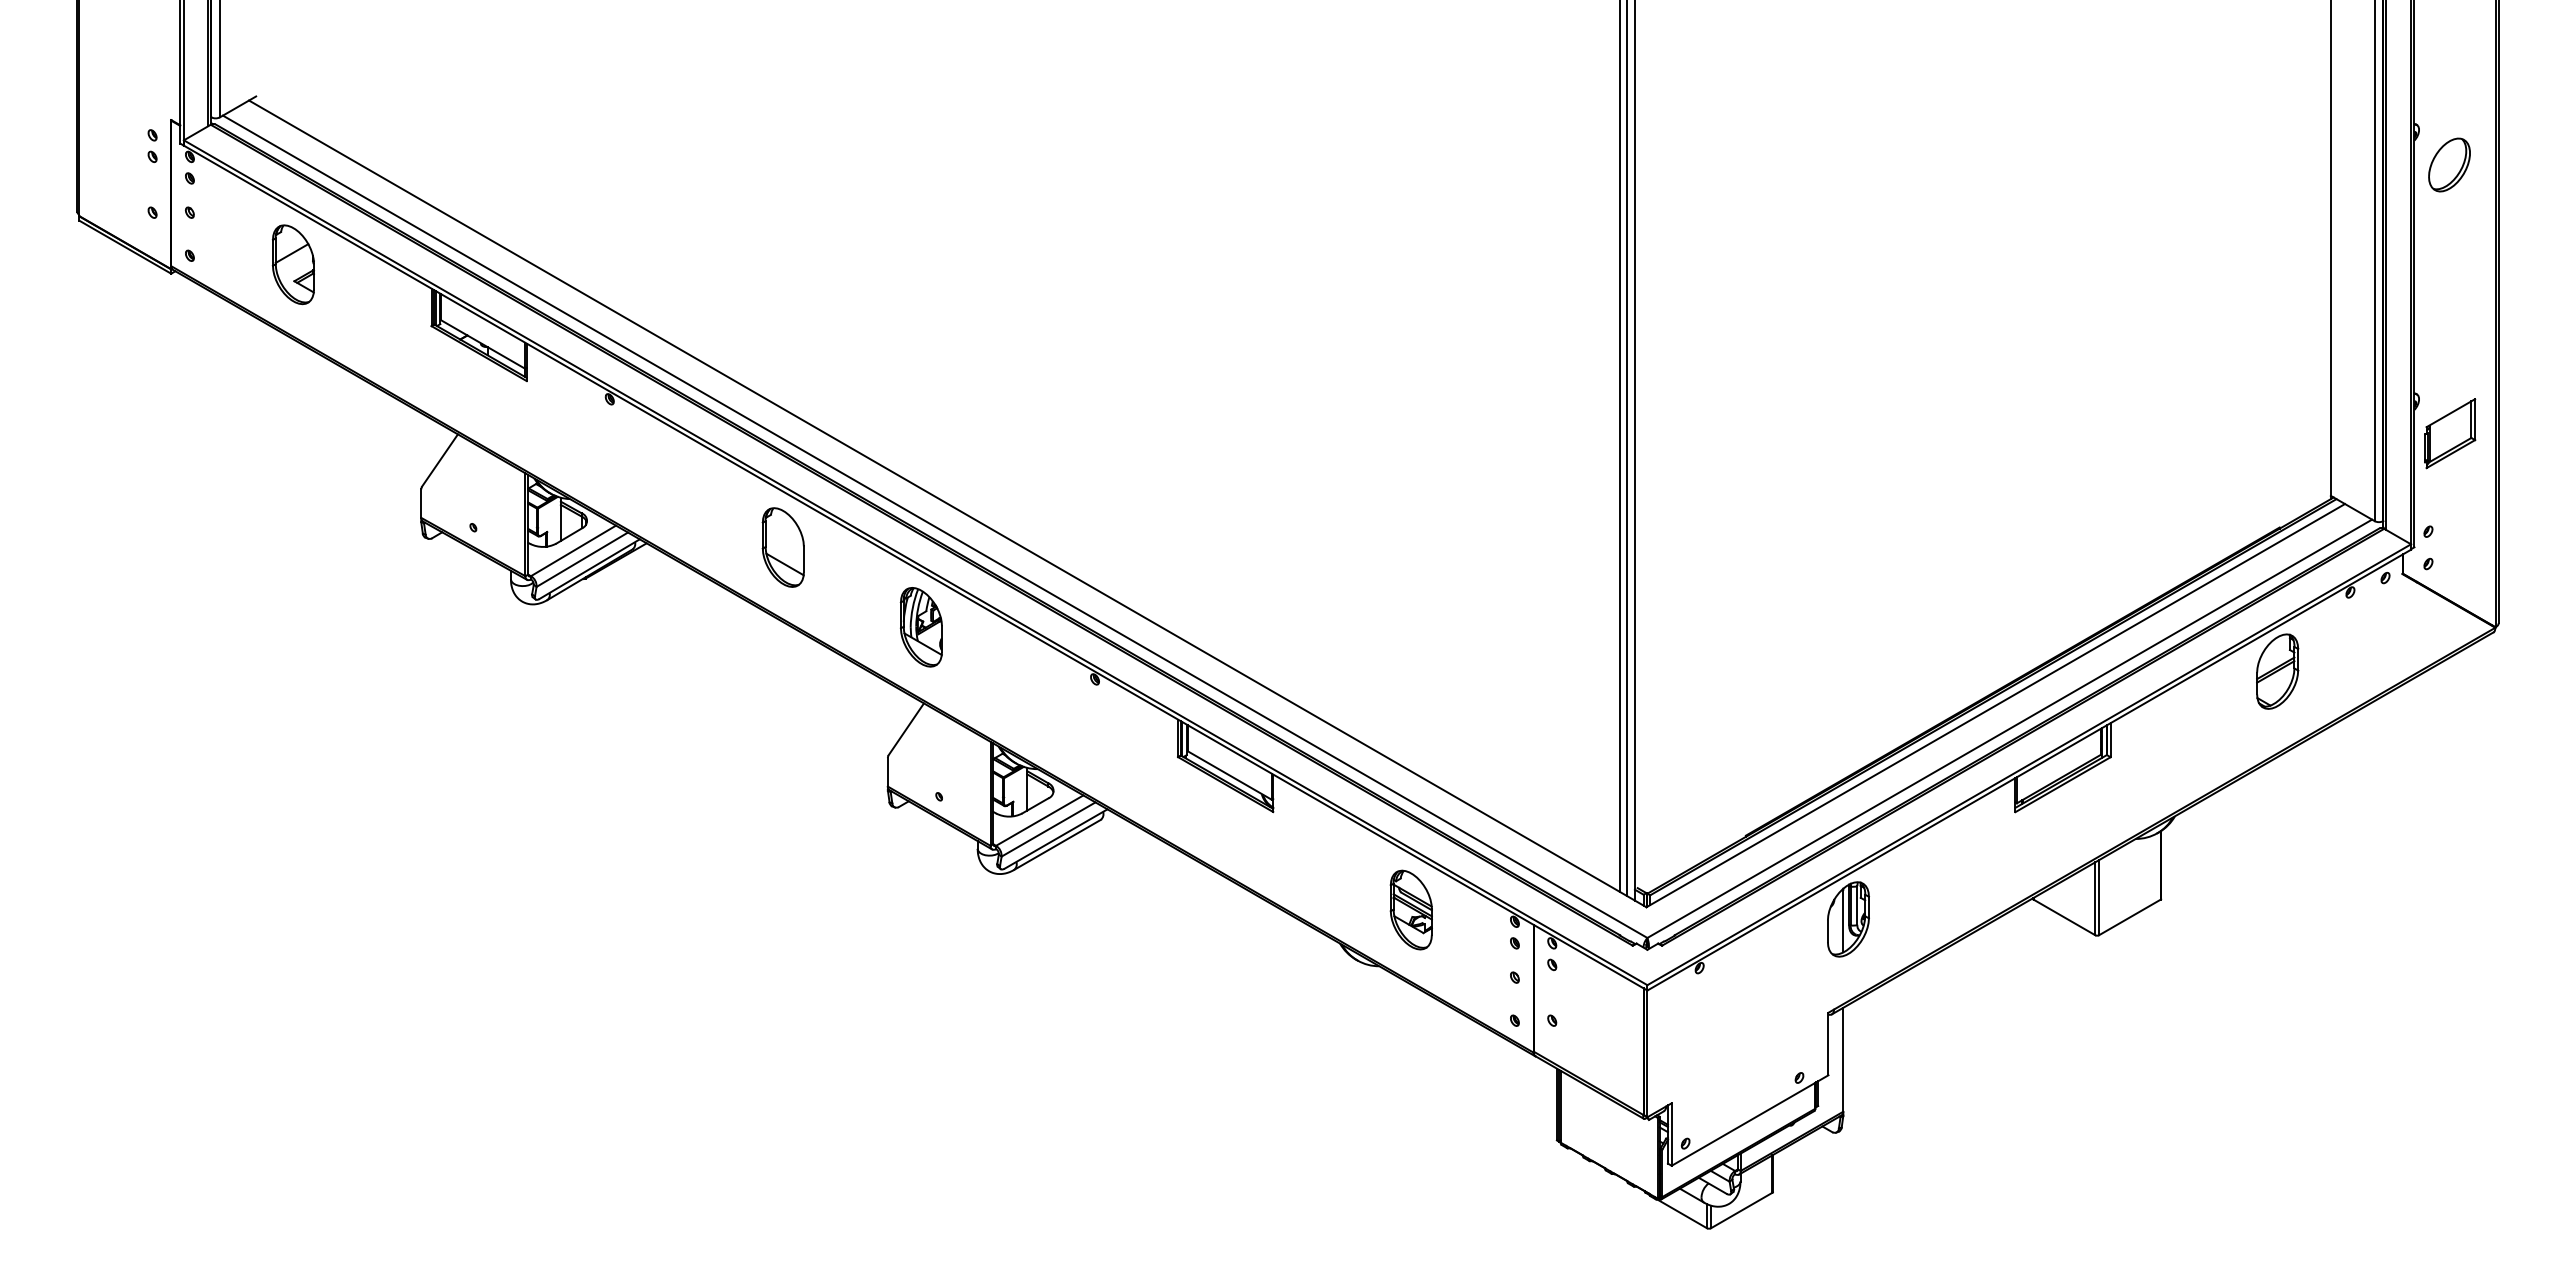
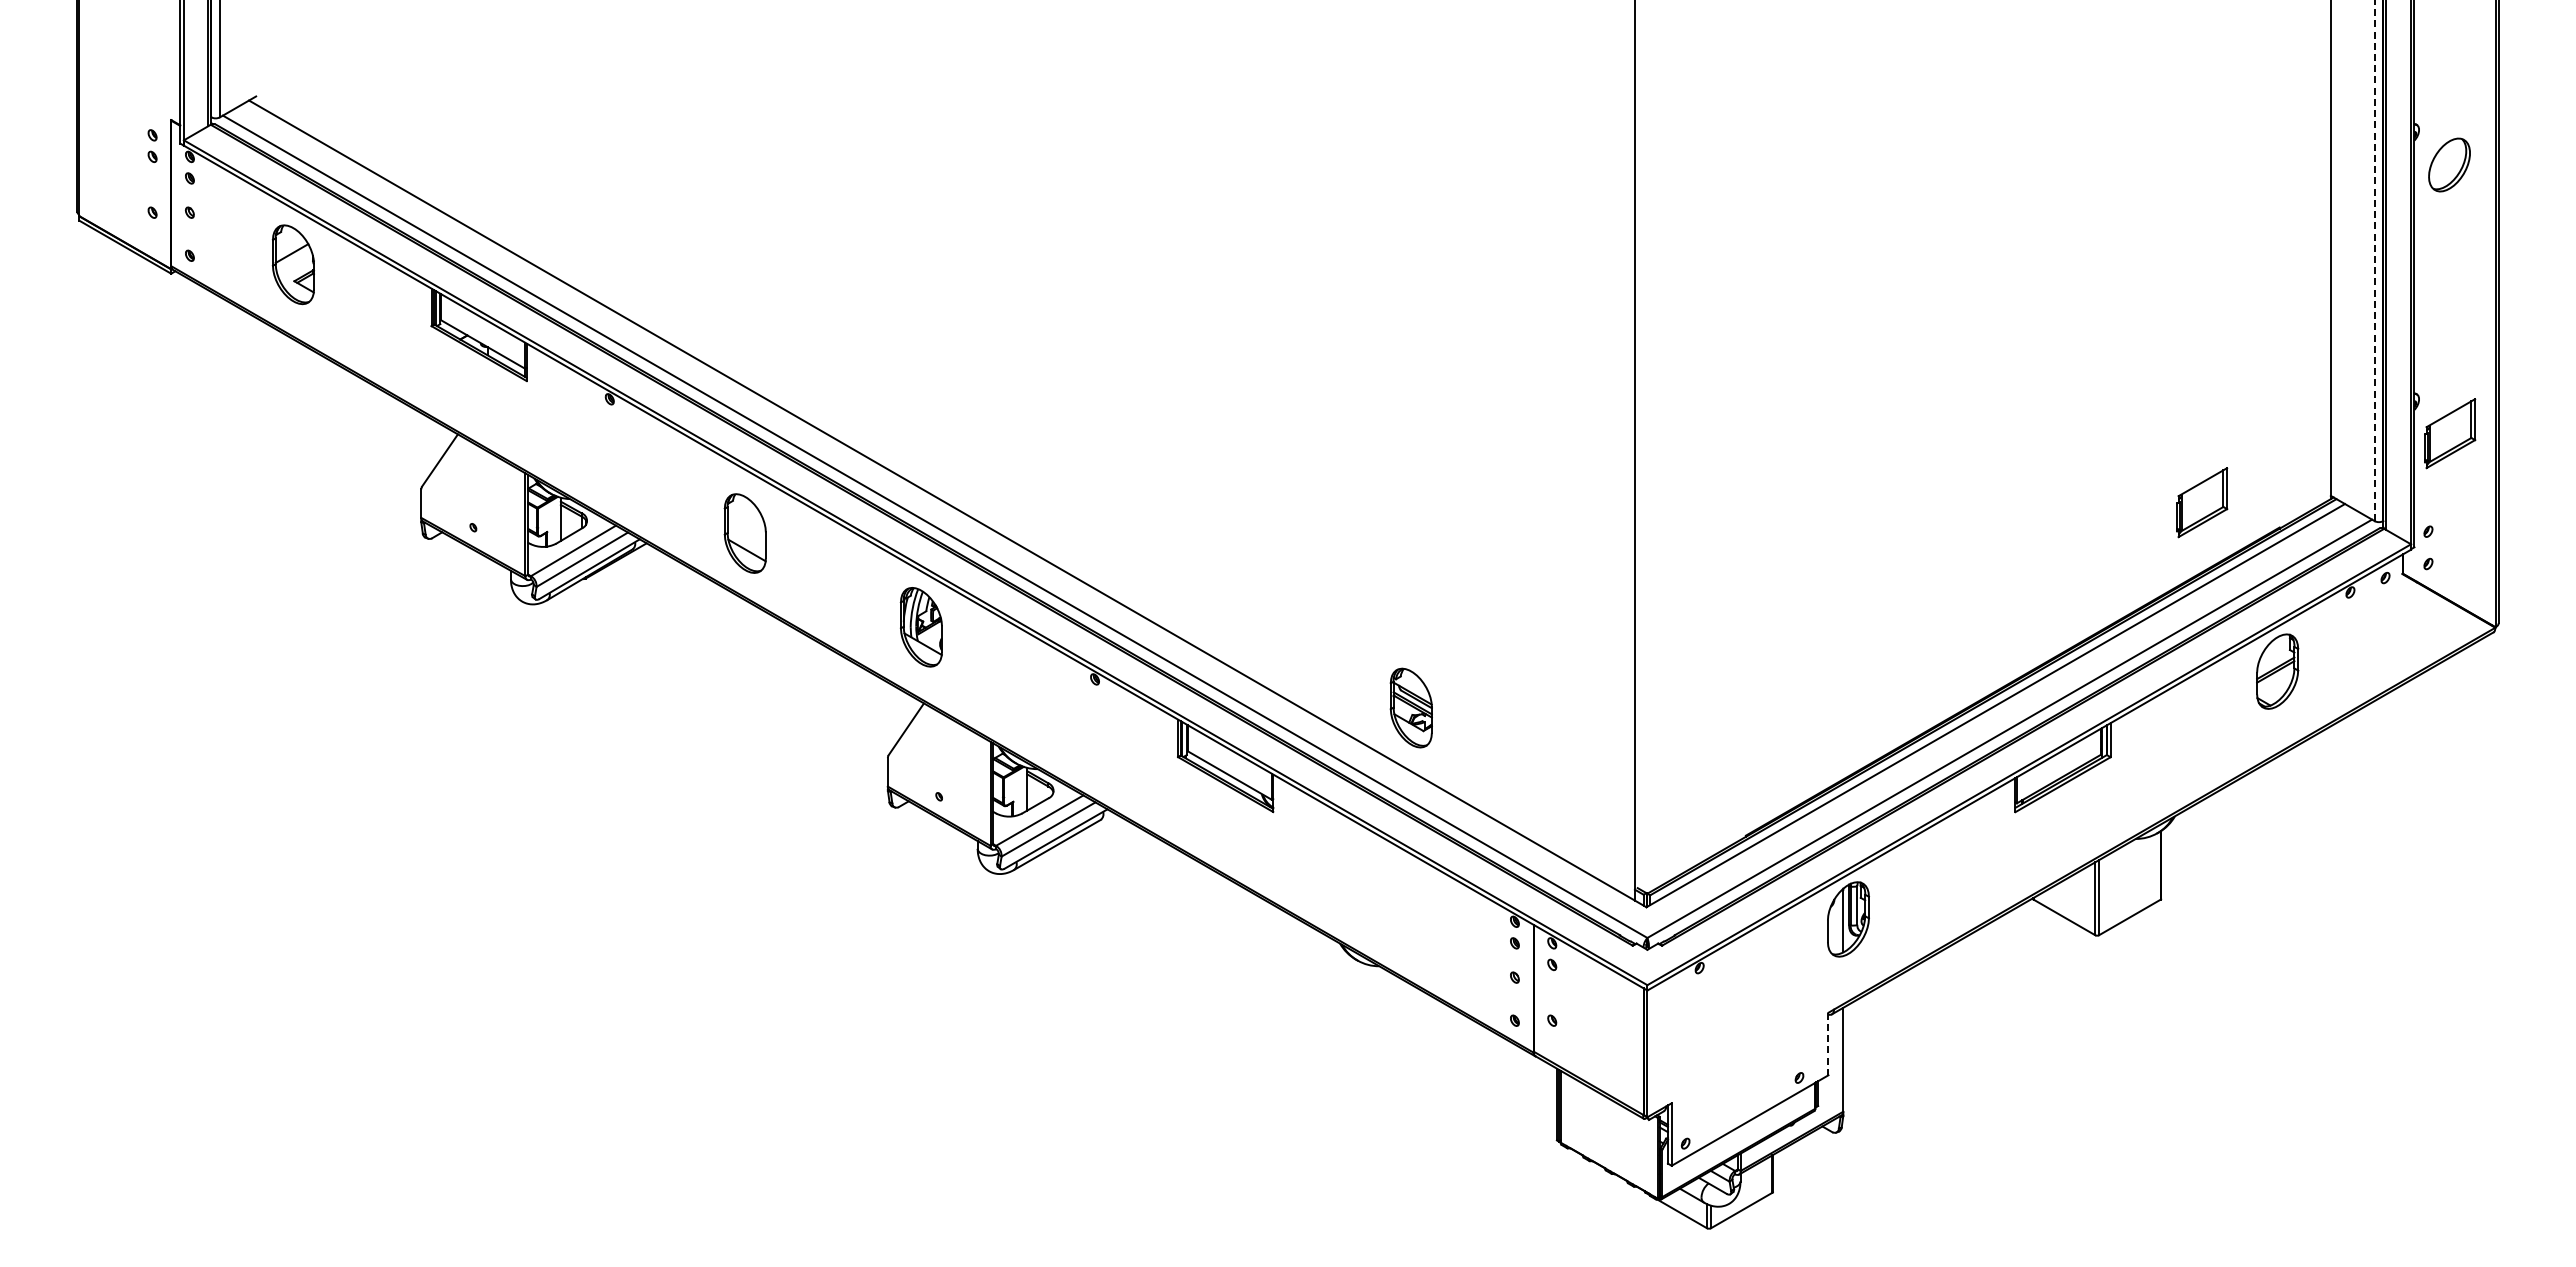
line at (2374, 260): solid -> dashed
line at (1619, 446): present -> none
line at (1627, 449): present -> none
part at (2202, 502): none -> present
part at (782, 547) position: (782, 547) -> (744, 533)
part at (1410, 909) position: (1410, 909) -> (1410, 707)
line at (1828, 1044): solid -> dashed
